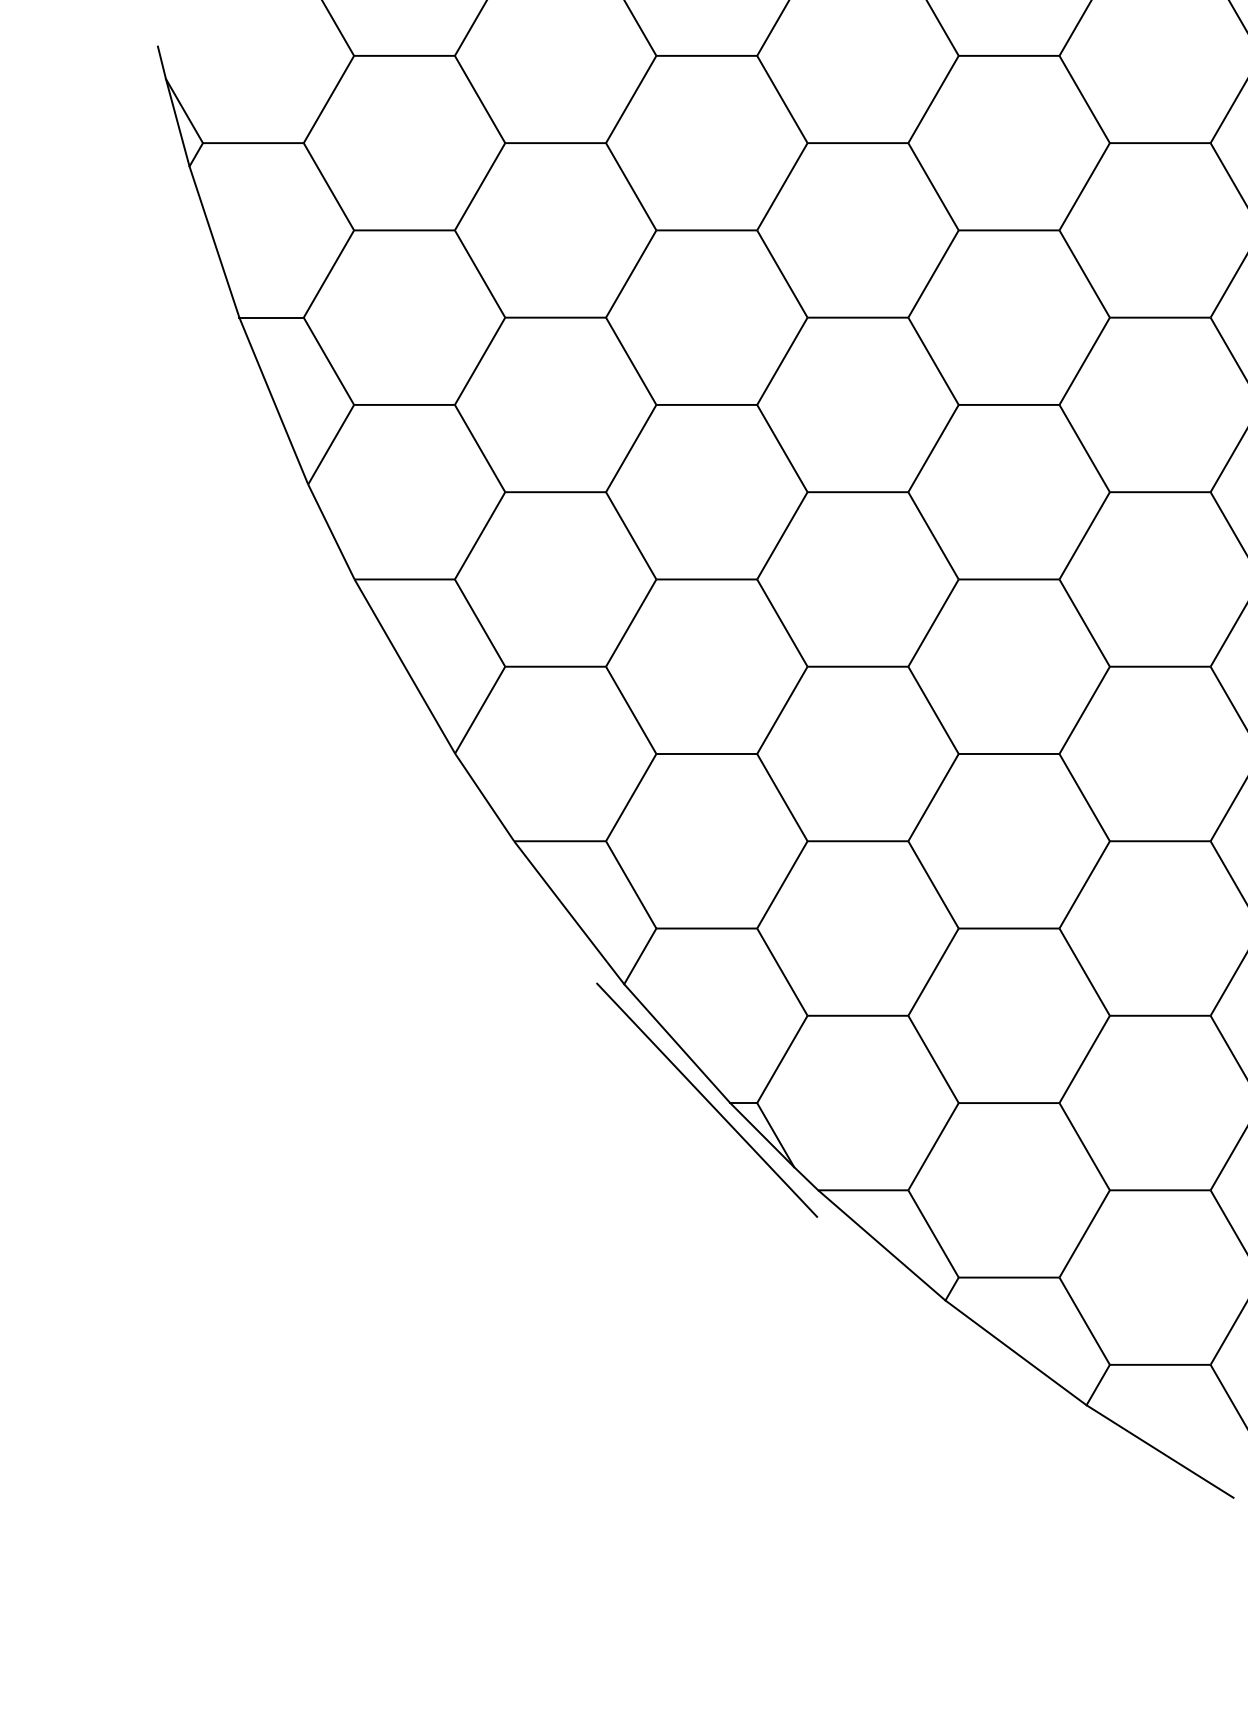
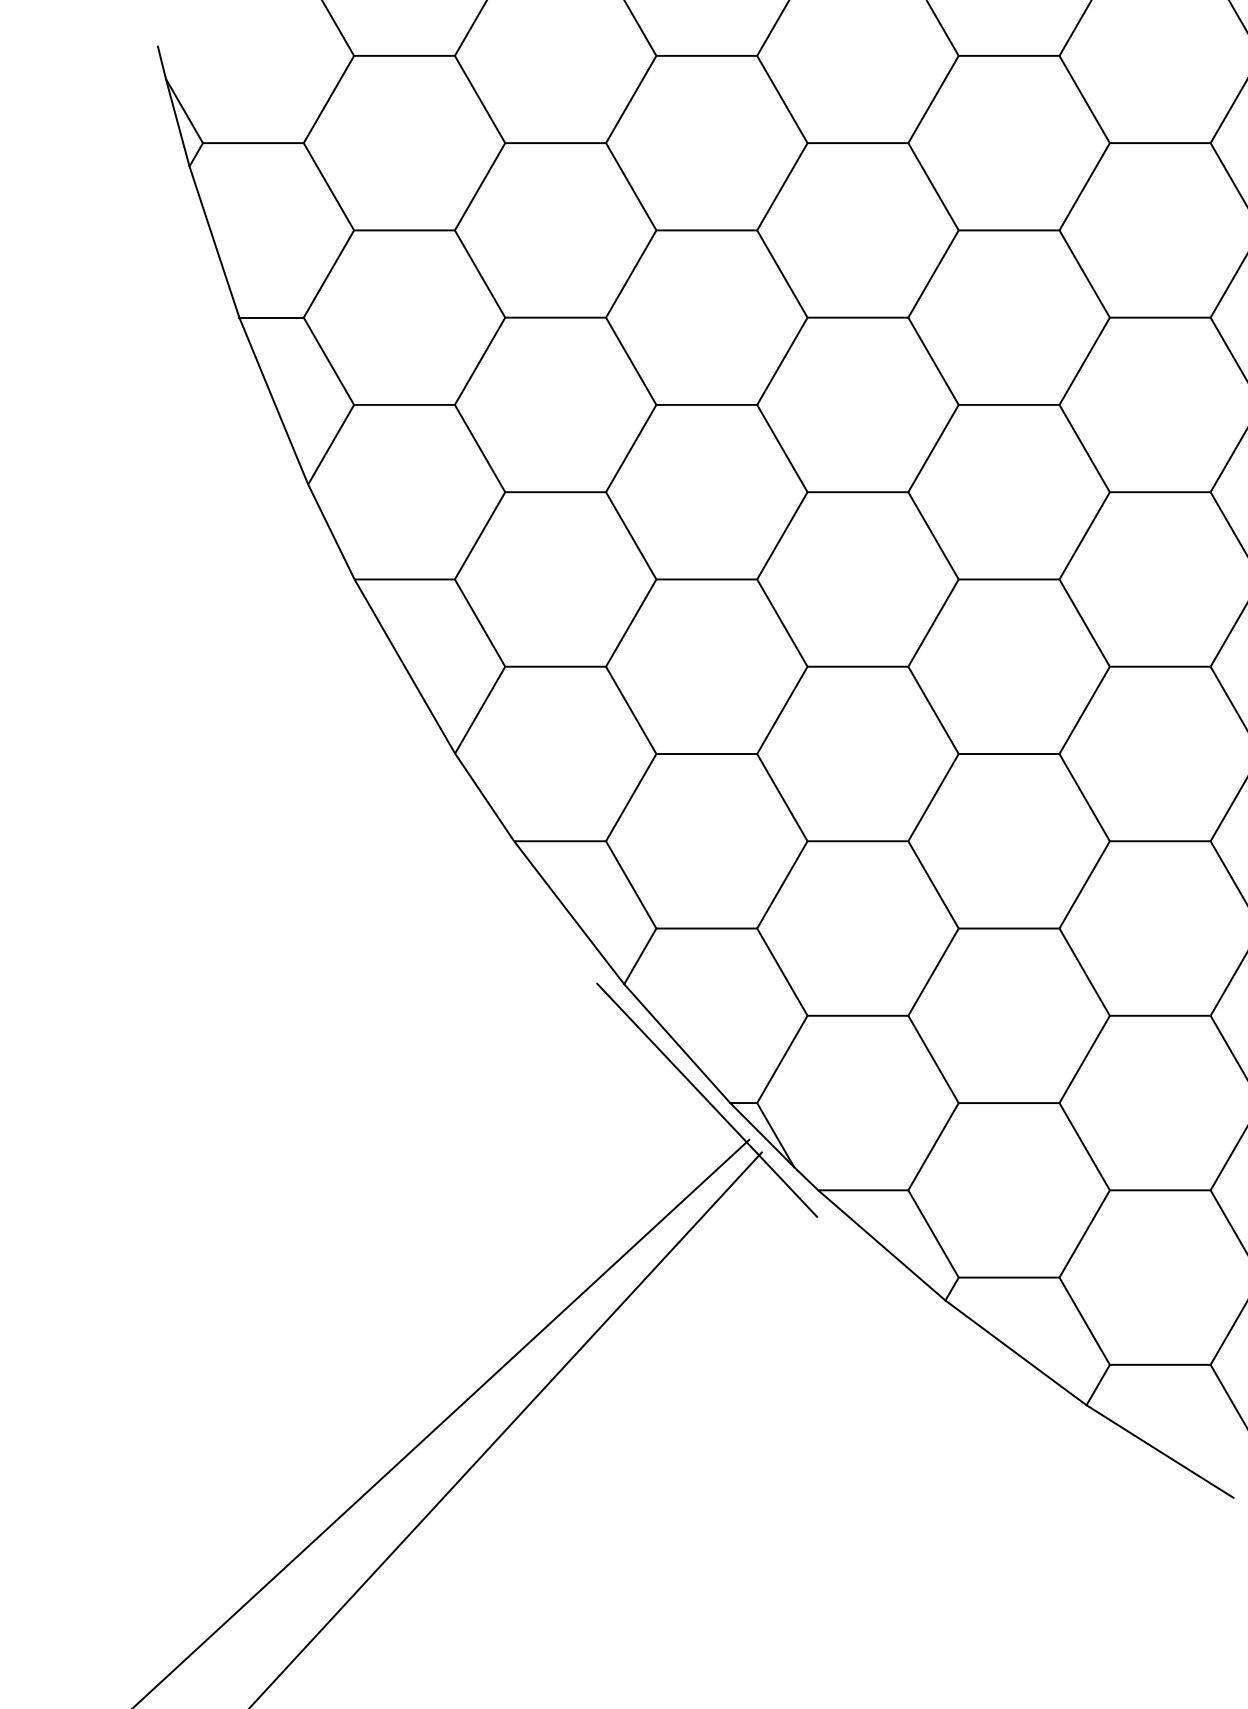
line at (442, 1422): none -> present
line at (506, 1428): none -> present
